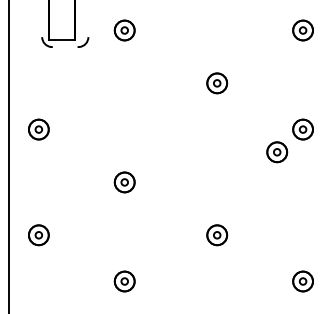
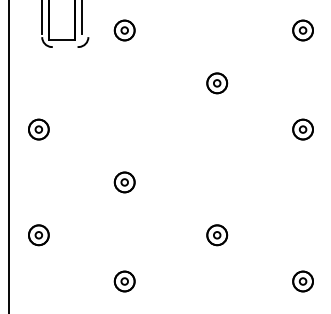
line at (42, 17): none -> present
line at (81, 17): none -> present
part at (277, 152): present -> none
